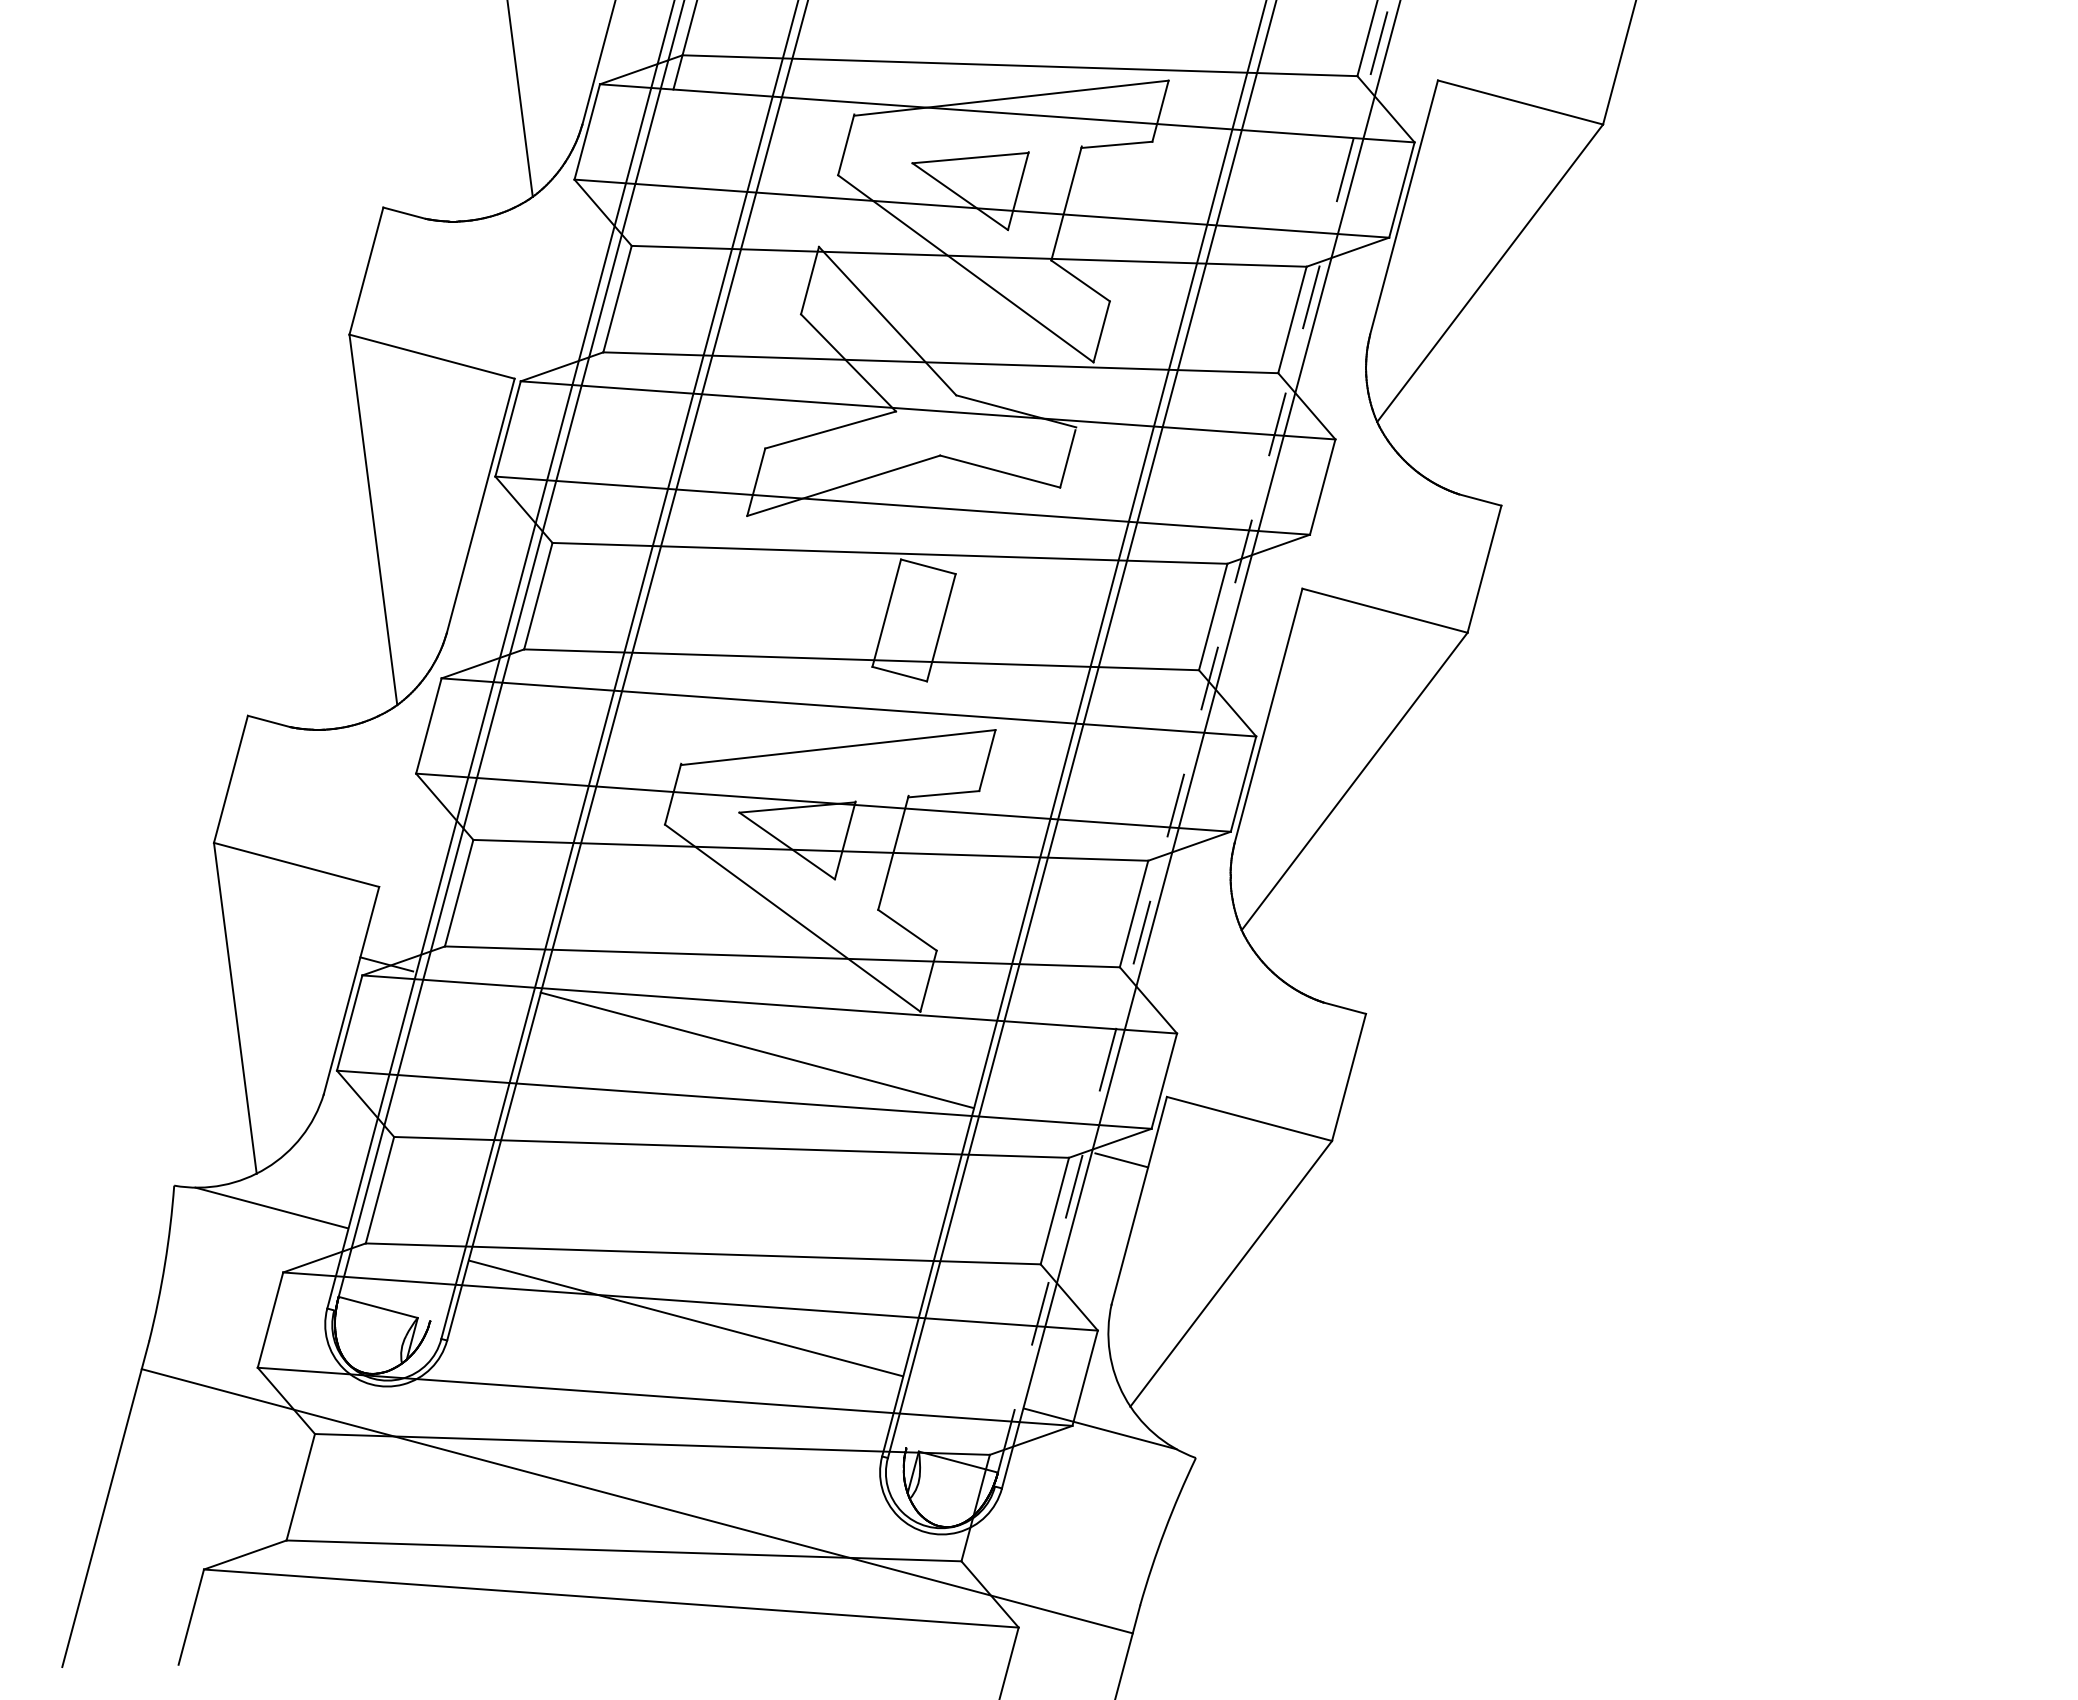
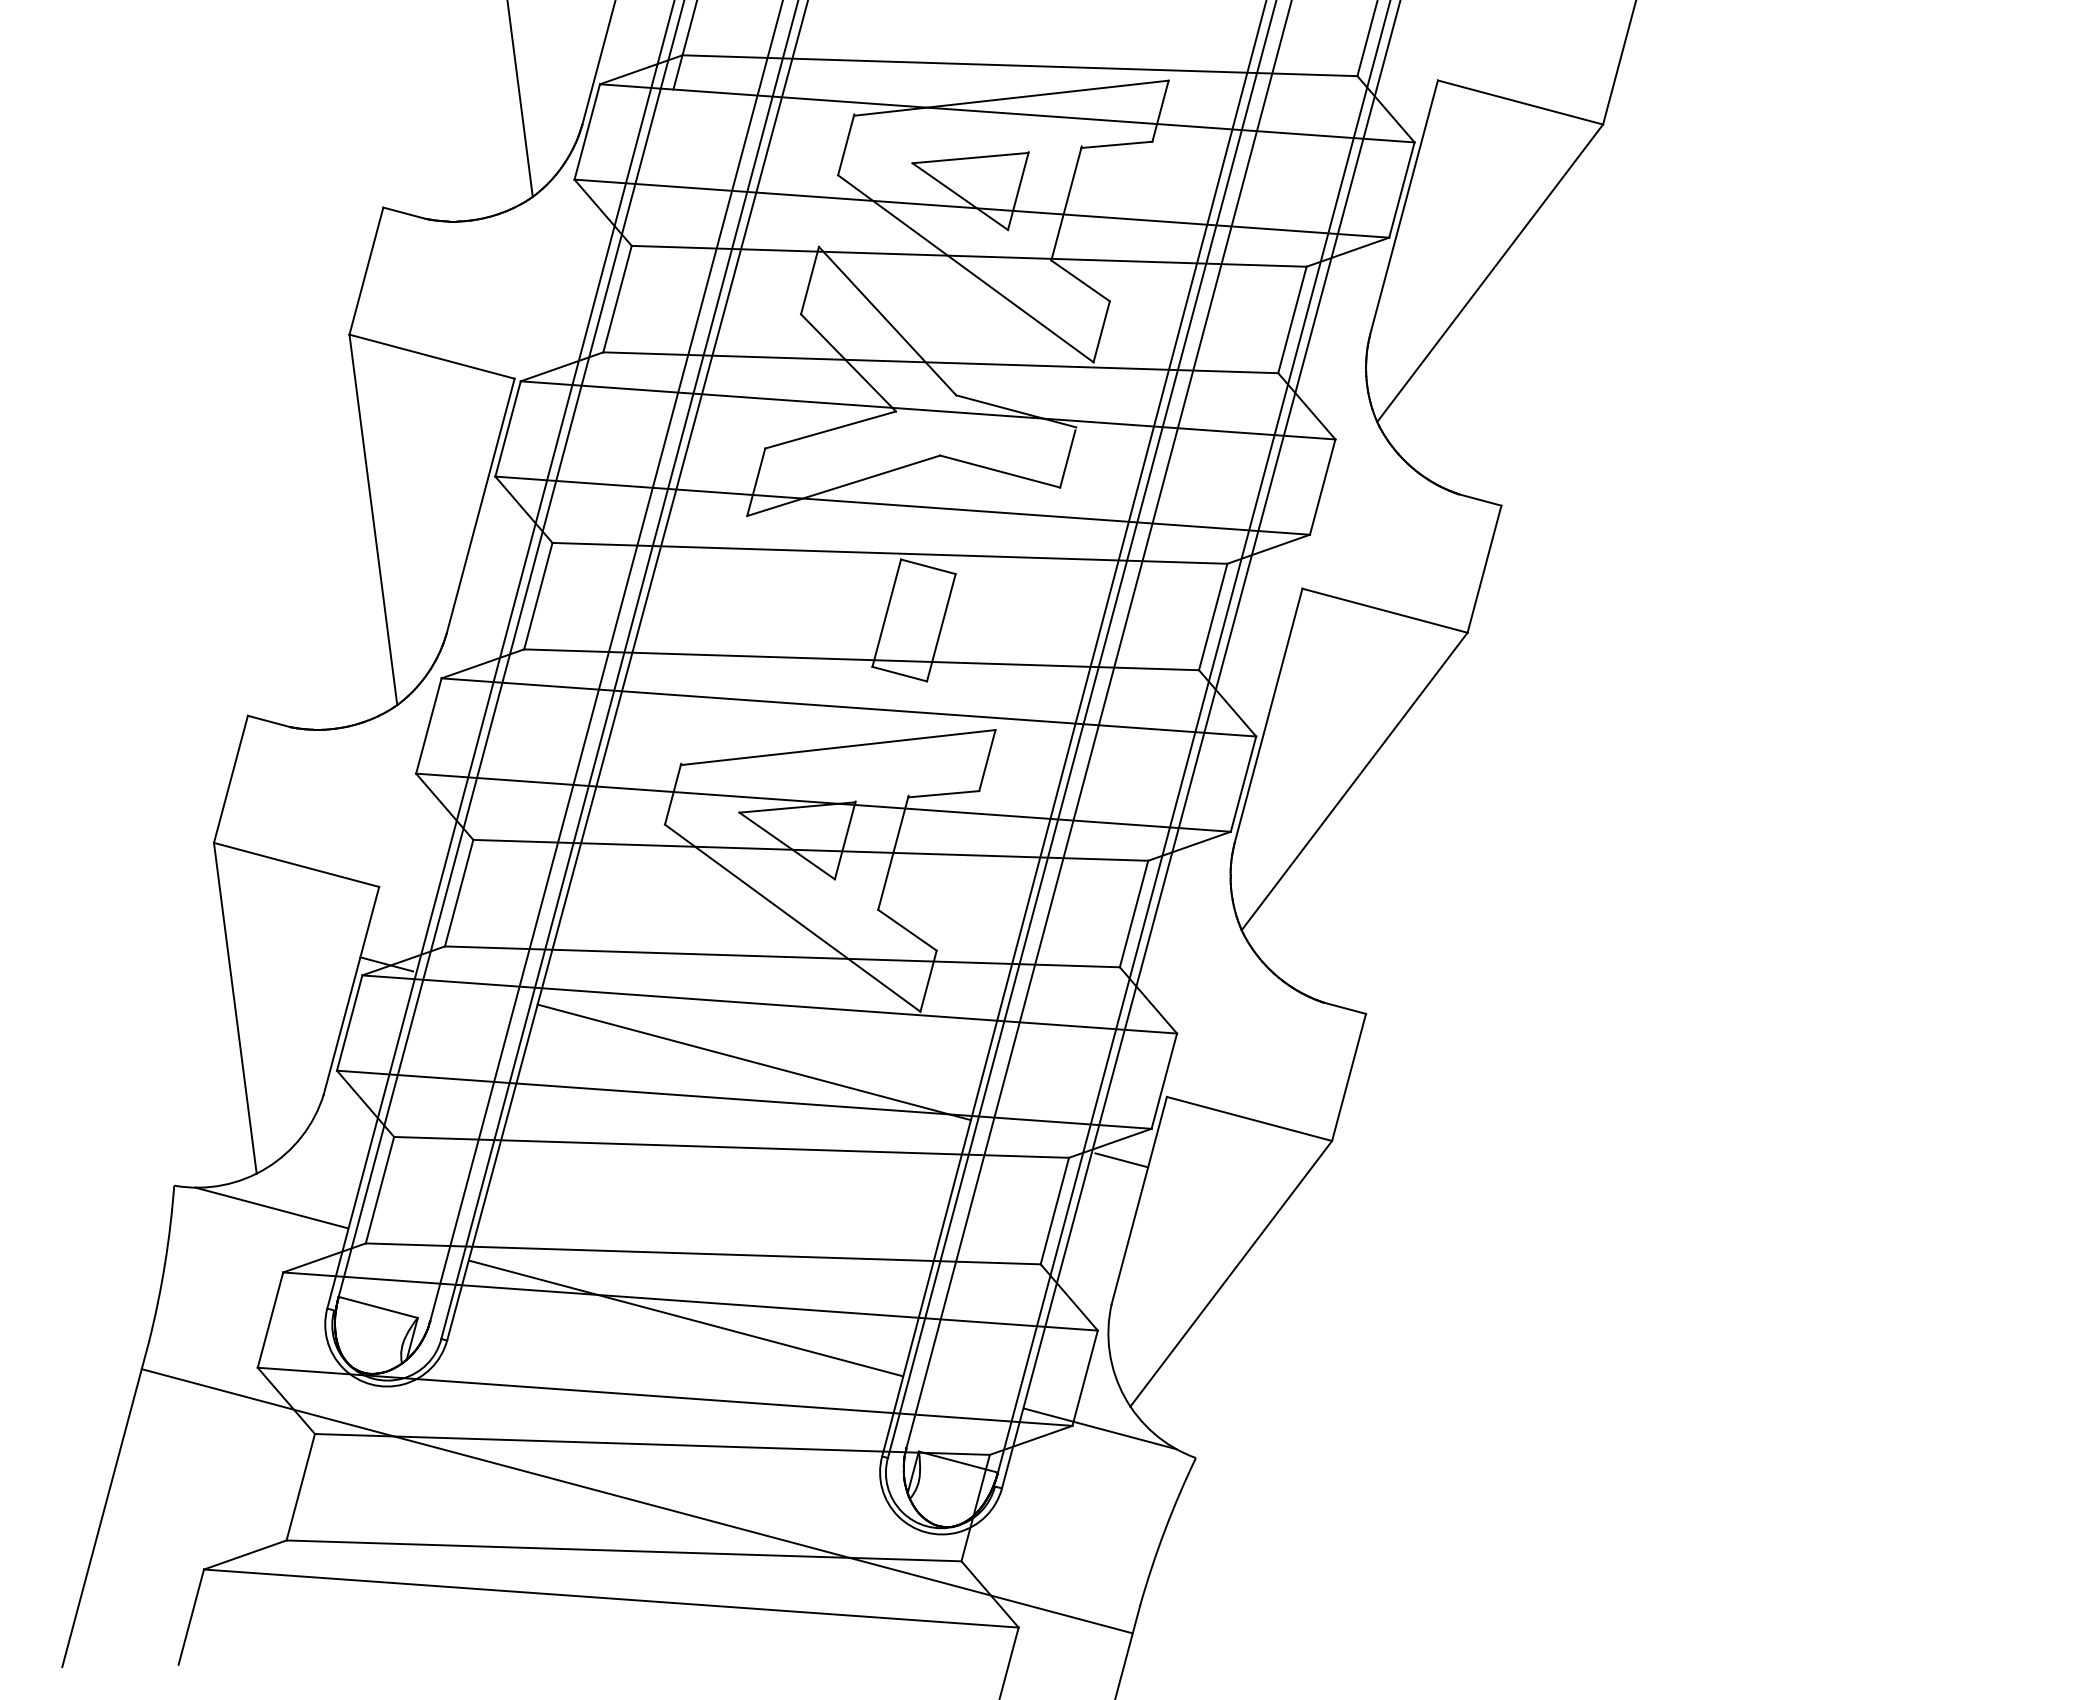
line at (606, 661): none -> present
line at (1098, 725): none -> present
line at (1194, 736): dashed -> solid
line at (756, 1050) position: (756, 1050) -> (753, 1062)
